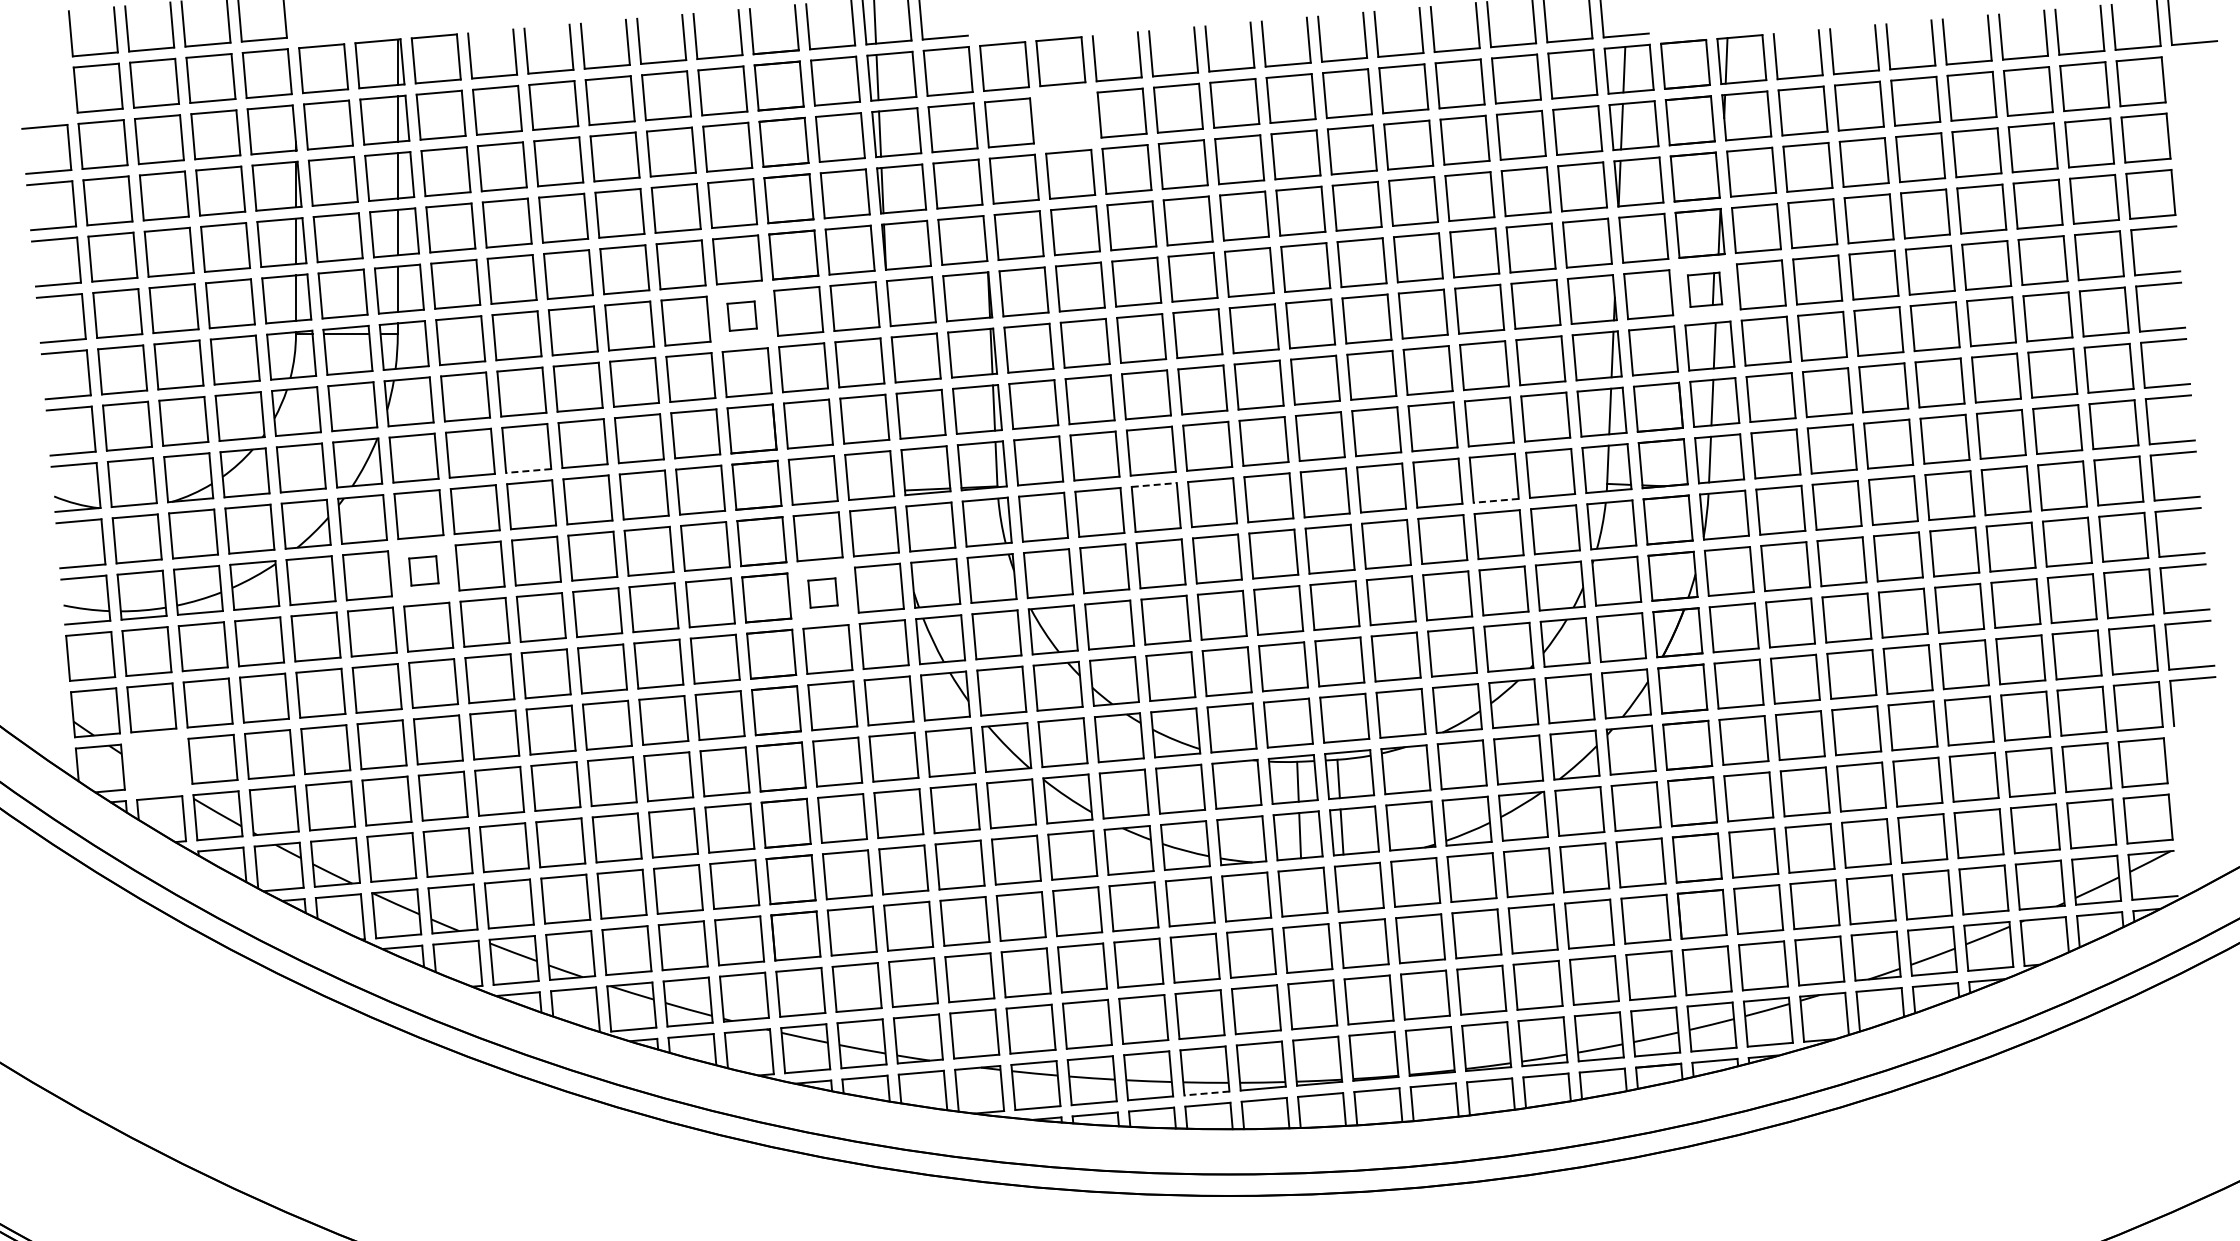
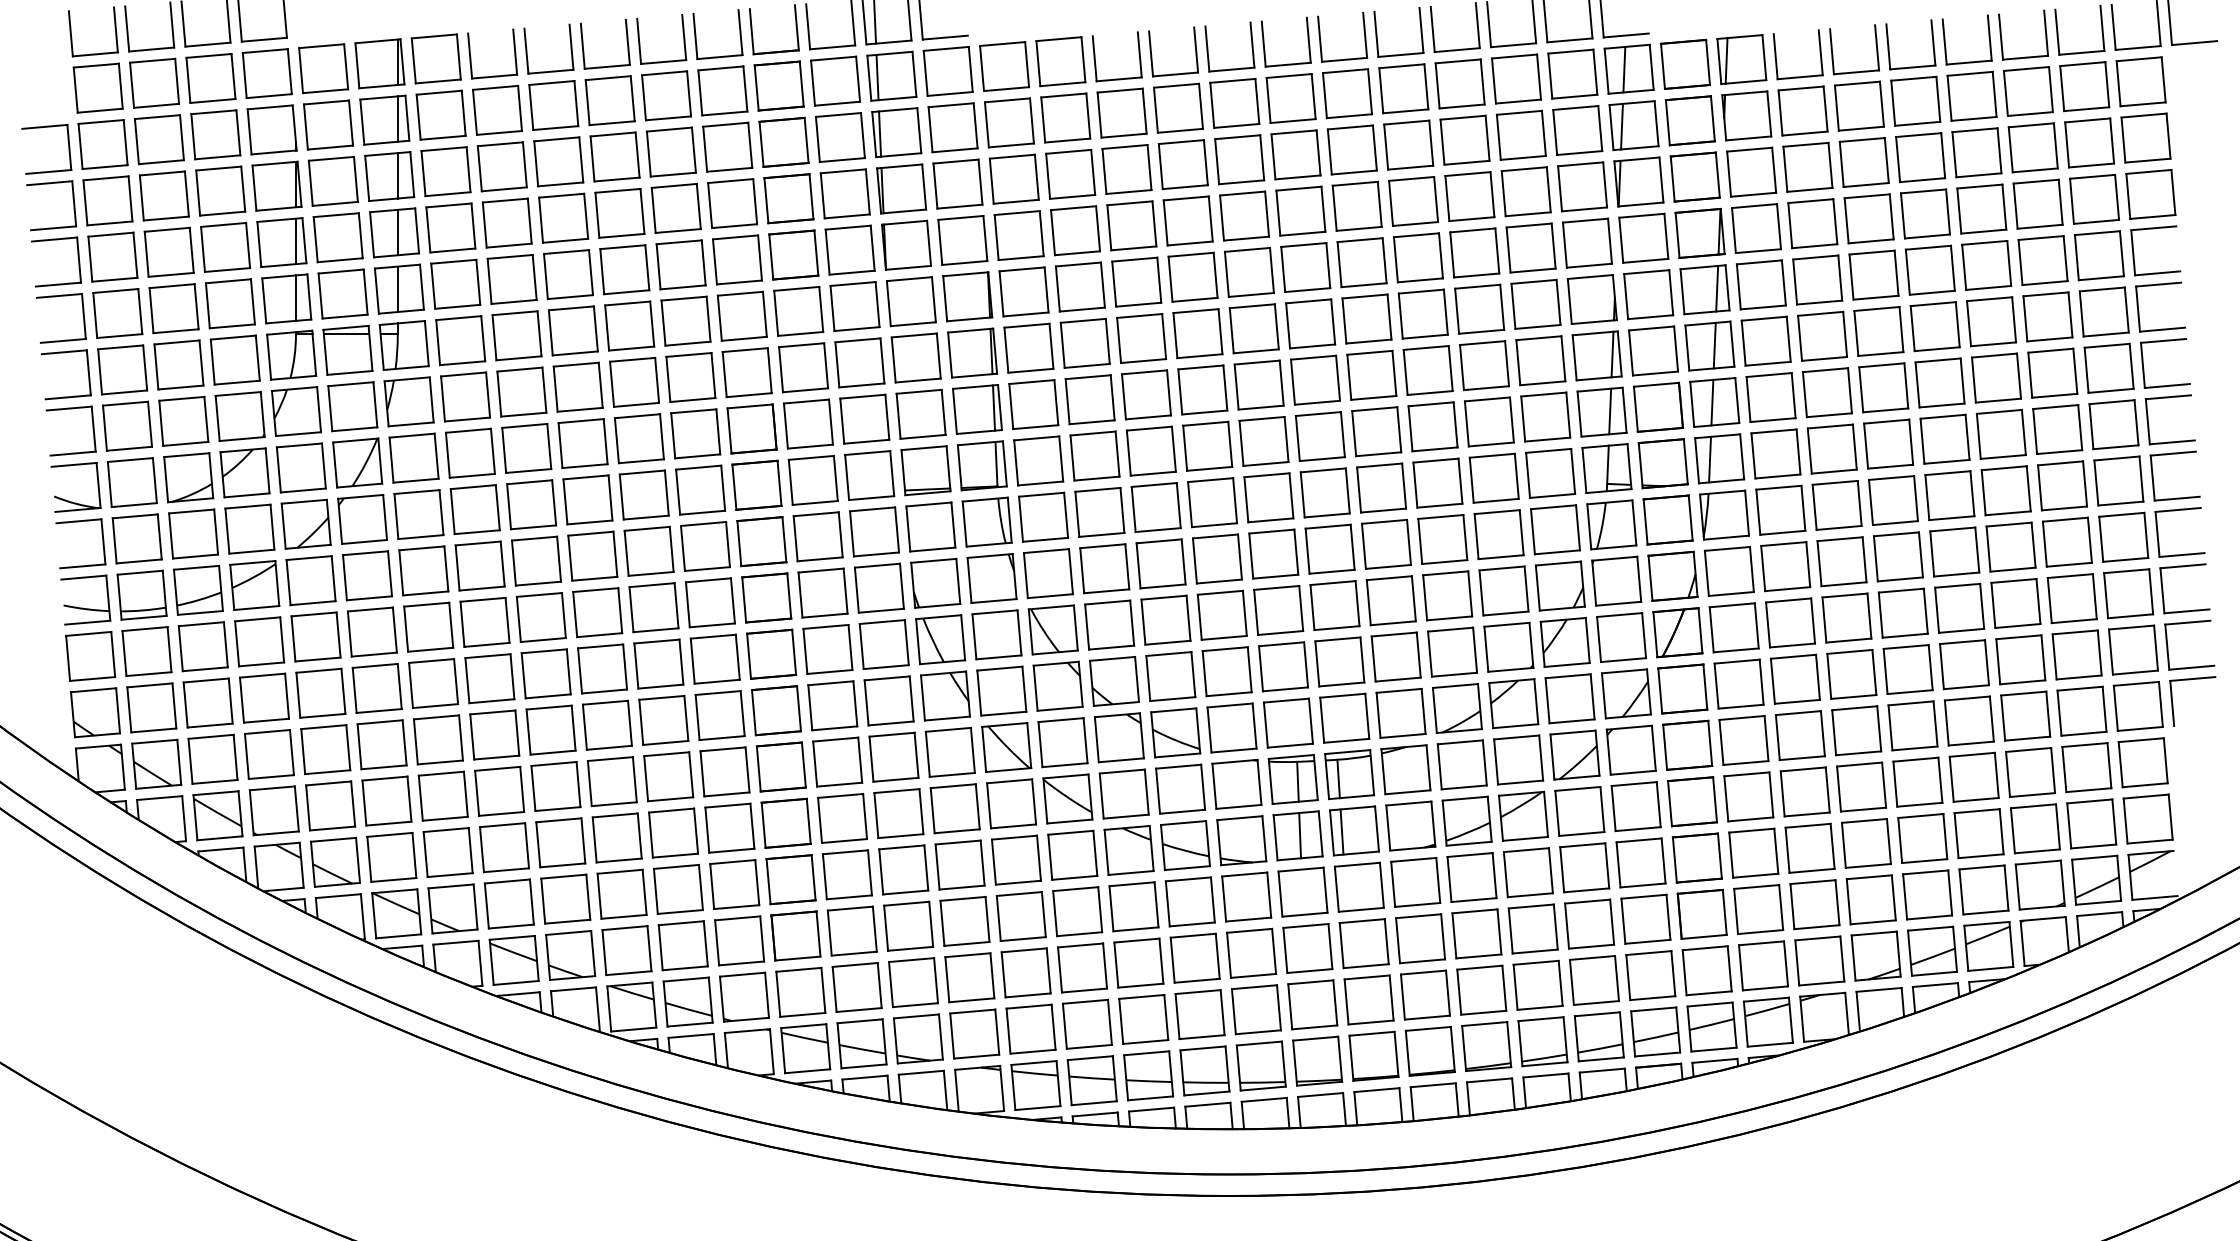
part at (1065, 117): none -> present
part at (1705, 289) size: 37x37 px -> 52x52 px
part at (741, 315) size: 32x32 px -> 52x52 px
line at (528, 471): dashed -> solid
line at (1154, 485): dashed -> solid
line at (1496, 500): dashed -> solid
part at (423, 570) size: 32x32 px -> 52x52 px
part at (822, 592) size: 32x32 px -> 52x52 px
part at (156, 763): none -> present
line at (1206, 1093): dashed -> solid
